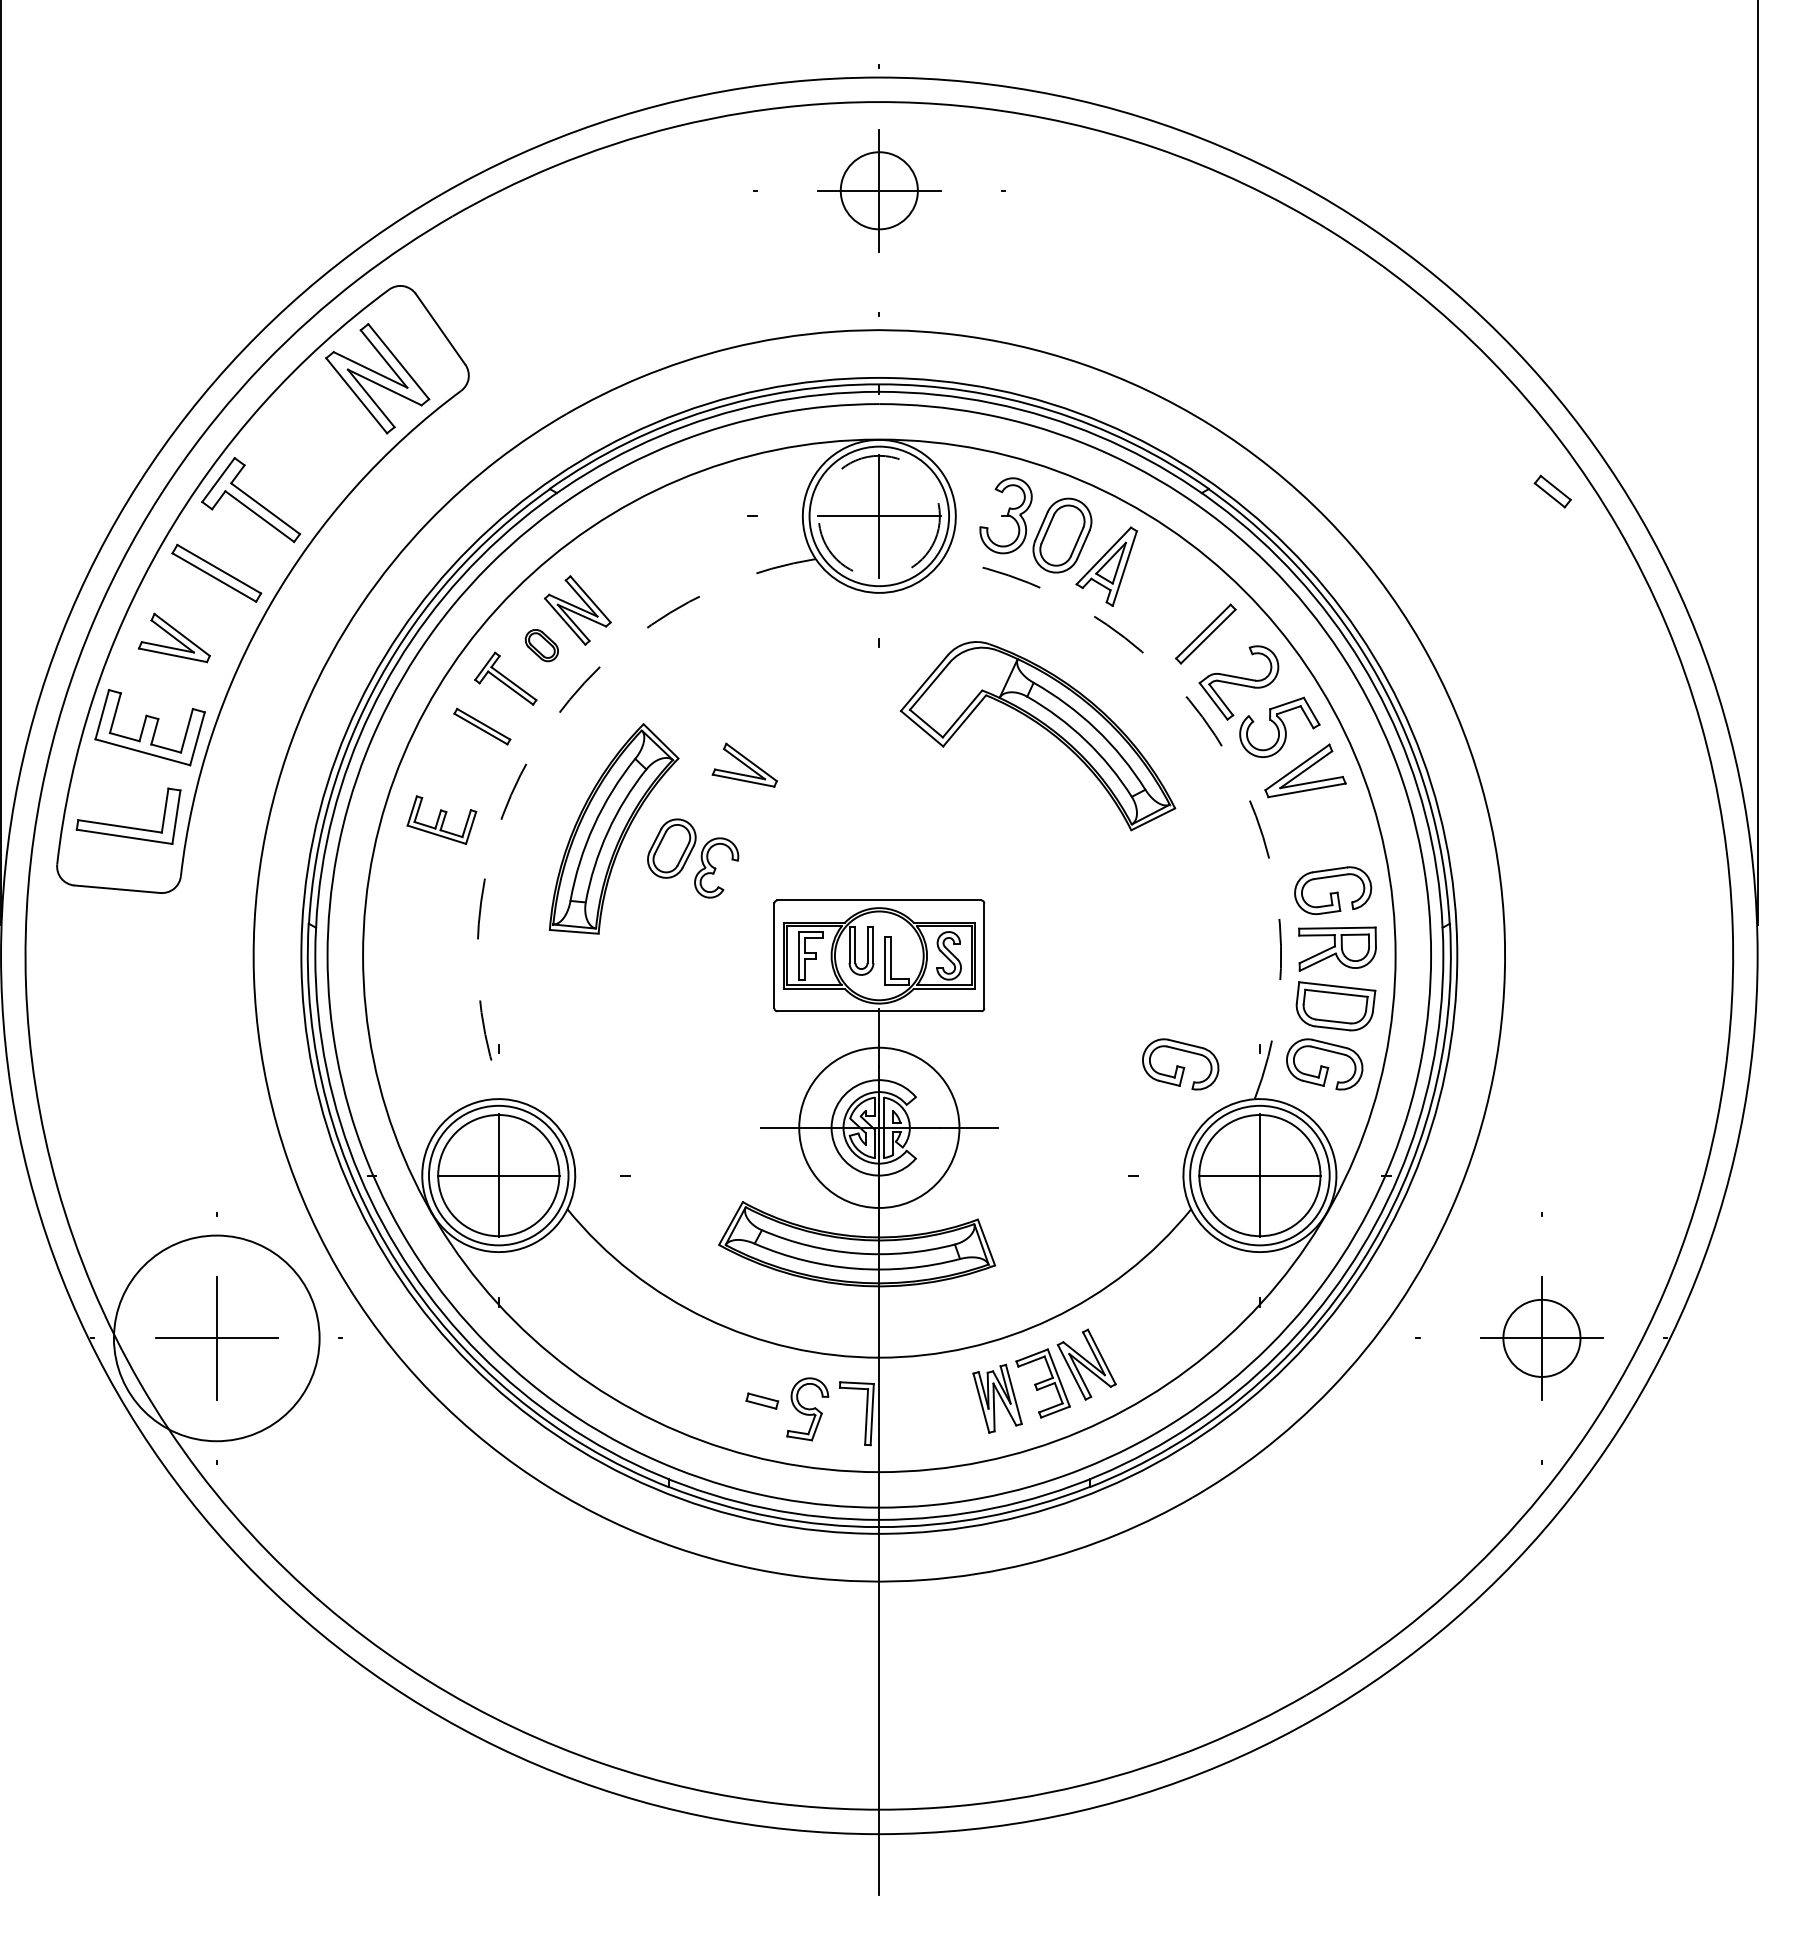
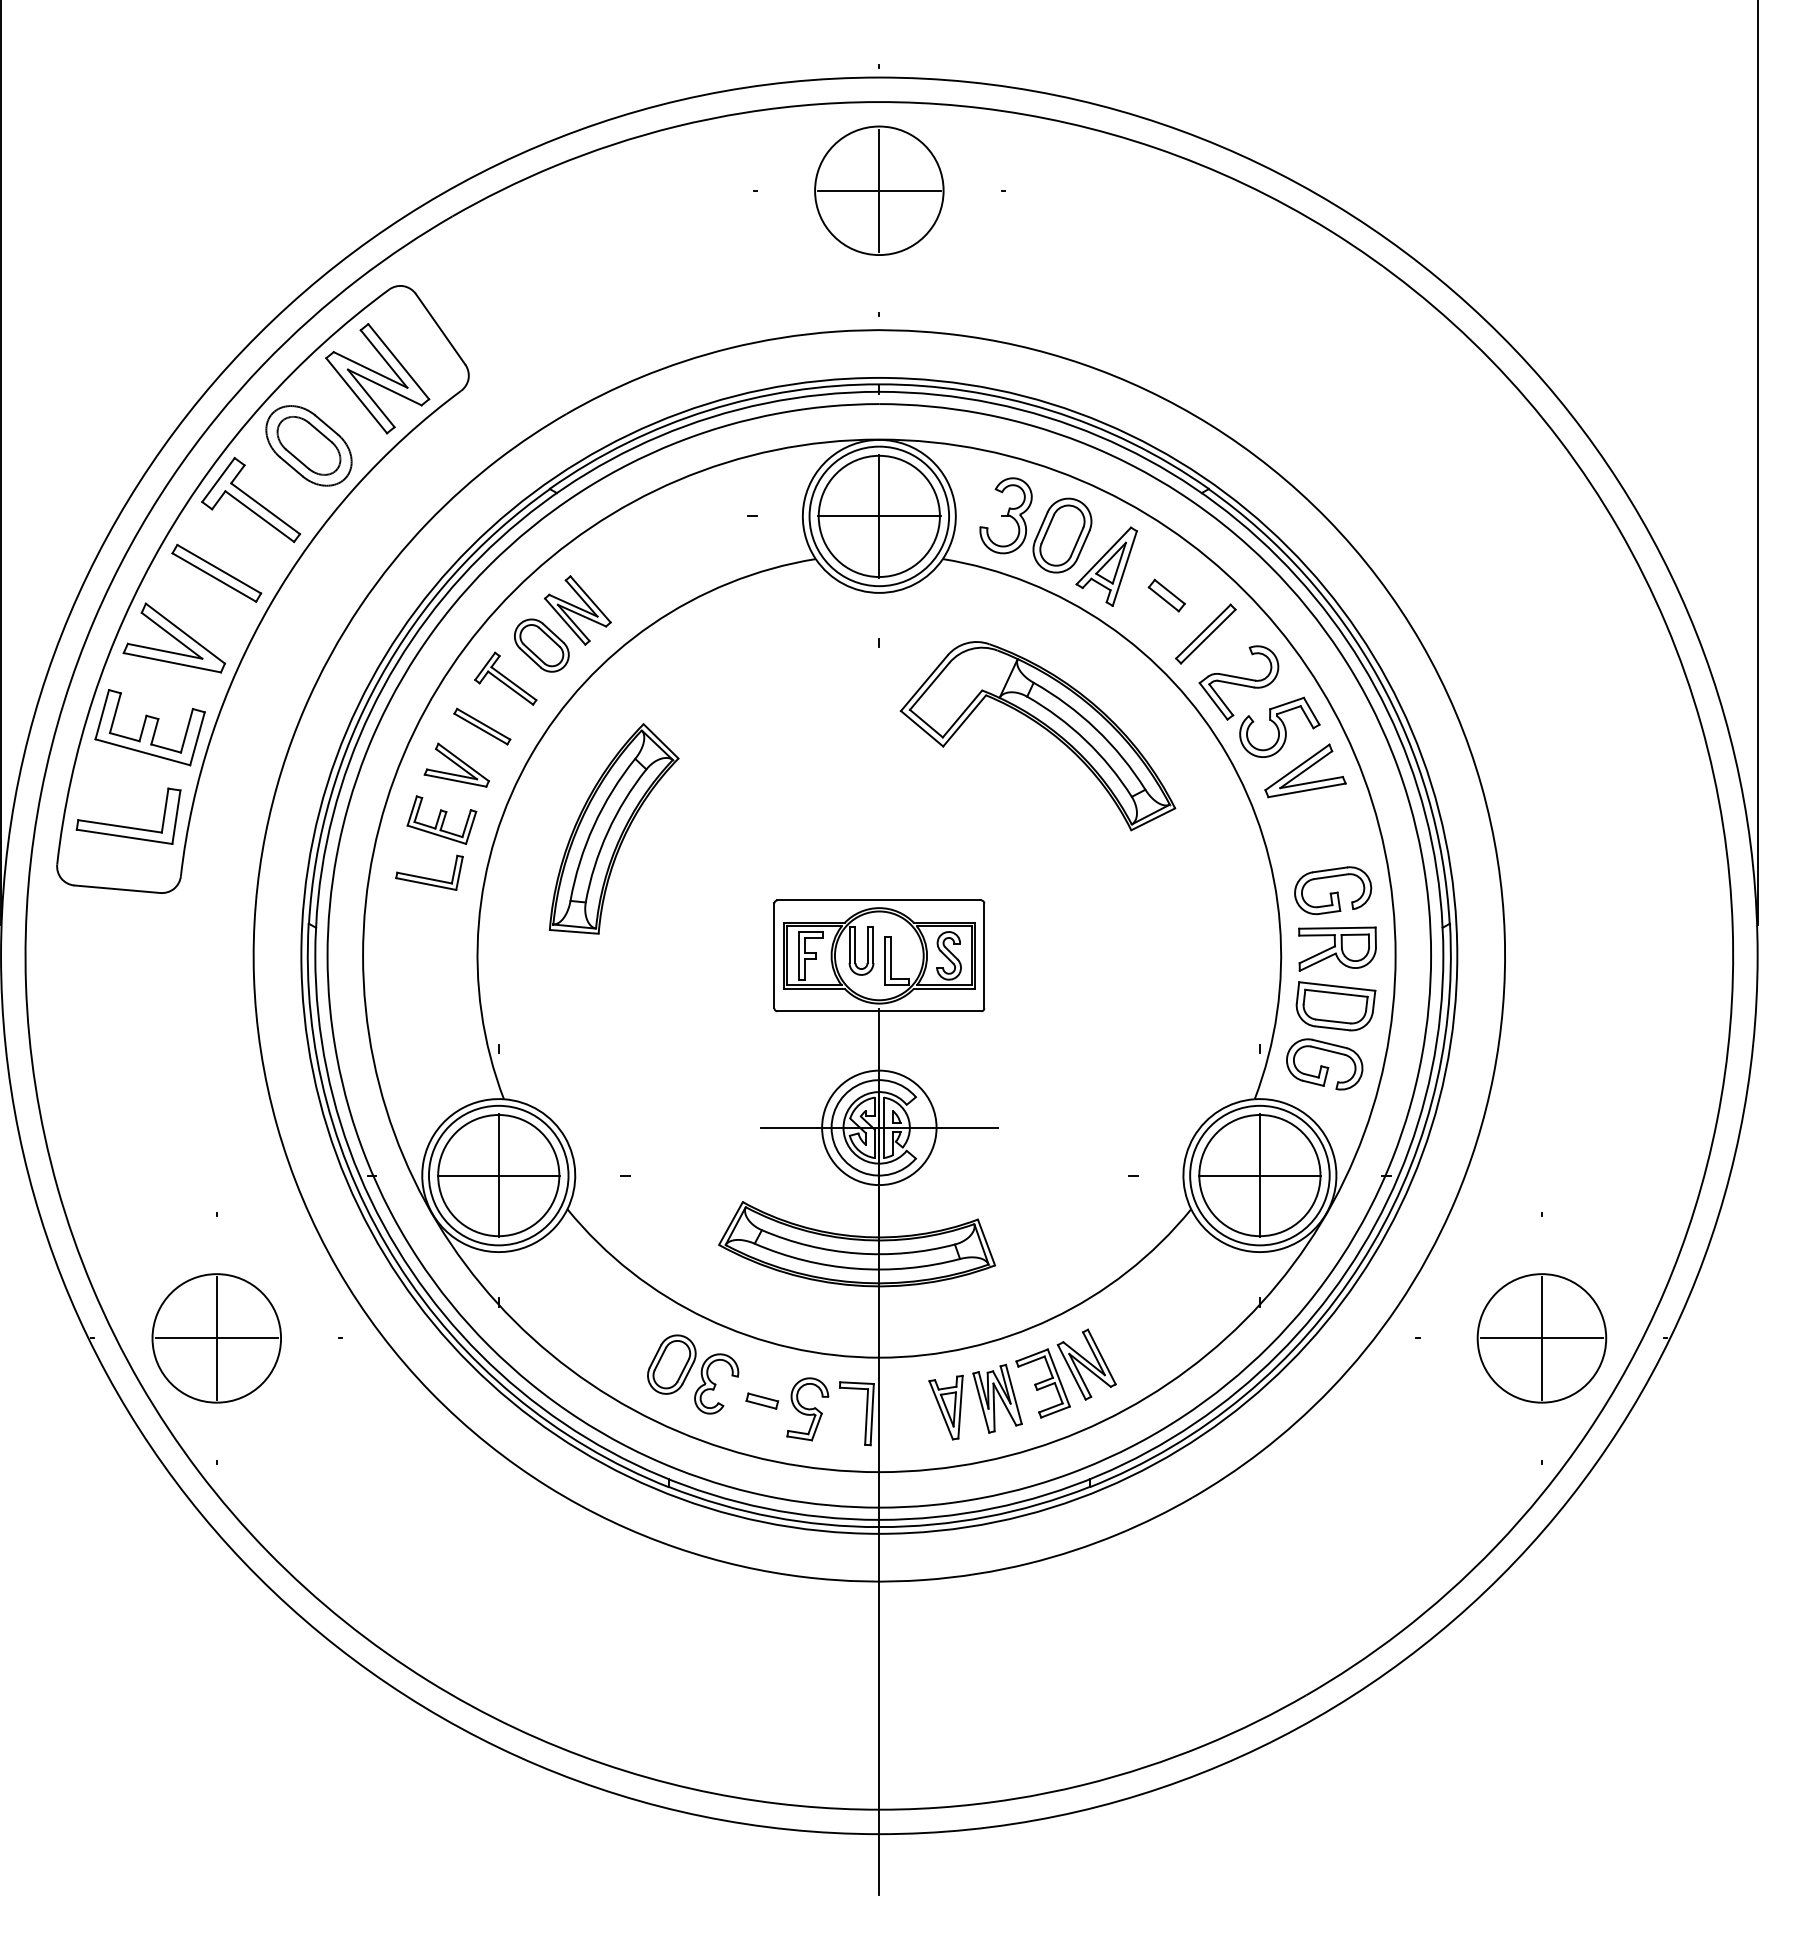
circle at (878, 190) diameter: 77 px -> 129 px
part at (308, 445): none -> present
part at (1552, 491) position: (1552, 491) -> (1166, 595)
circle at (878, 516): dashed -> solid
part at (174, 637) size: 73x52 px -> 105x72 px
part at (541, 645) size: 35x34 px -> 56x55 px
arc at (531, 754): dashed -> solid
arc at (1227, 754): dashed -> solid
part at (744, 764) position: (744, 764) -> (456, 764)
part at (693, 858) position: (693, 858) -> (693, 1374)
part at (429, 872): none -> present
part at (1180, 1064): present -> none
circle at (879, 1127) diameter: 160 px -> 114 px
circle at (1541, 1337) diameter: 77 px -> 129 px
circle at (216, 1338) diameter: 206 px -> 129 px
part at (945, 1407): none -> present
